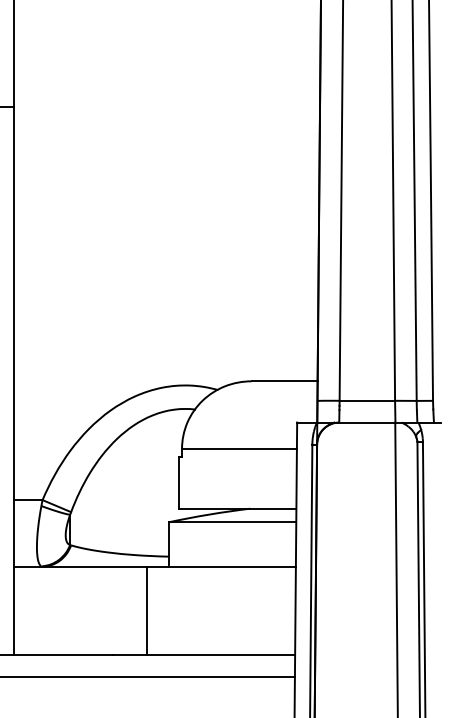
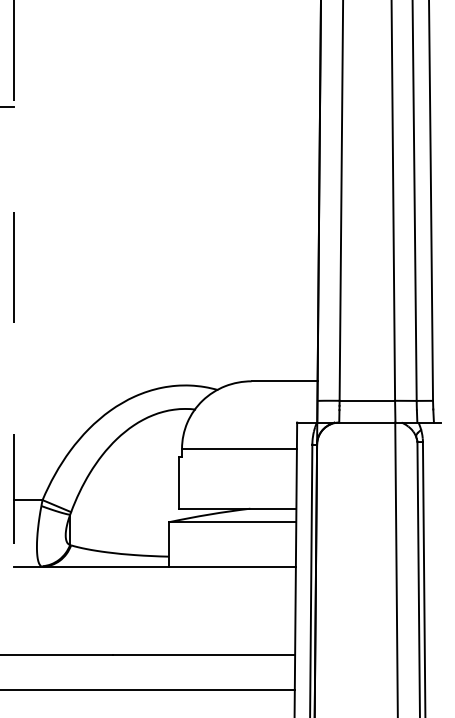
line at (13, 328): solid -> dashed
line at (146, 610): present -> none
line at (148, 676) position: (148, 676) -> (148, 689)
